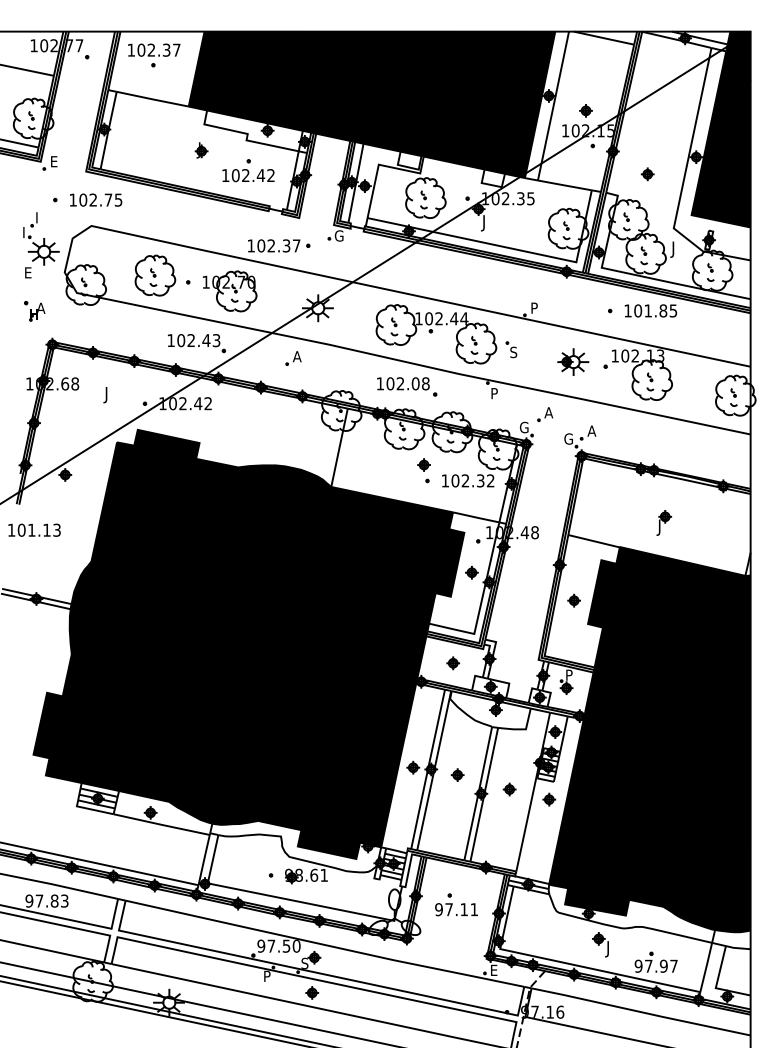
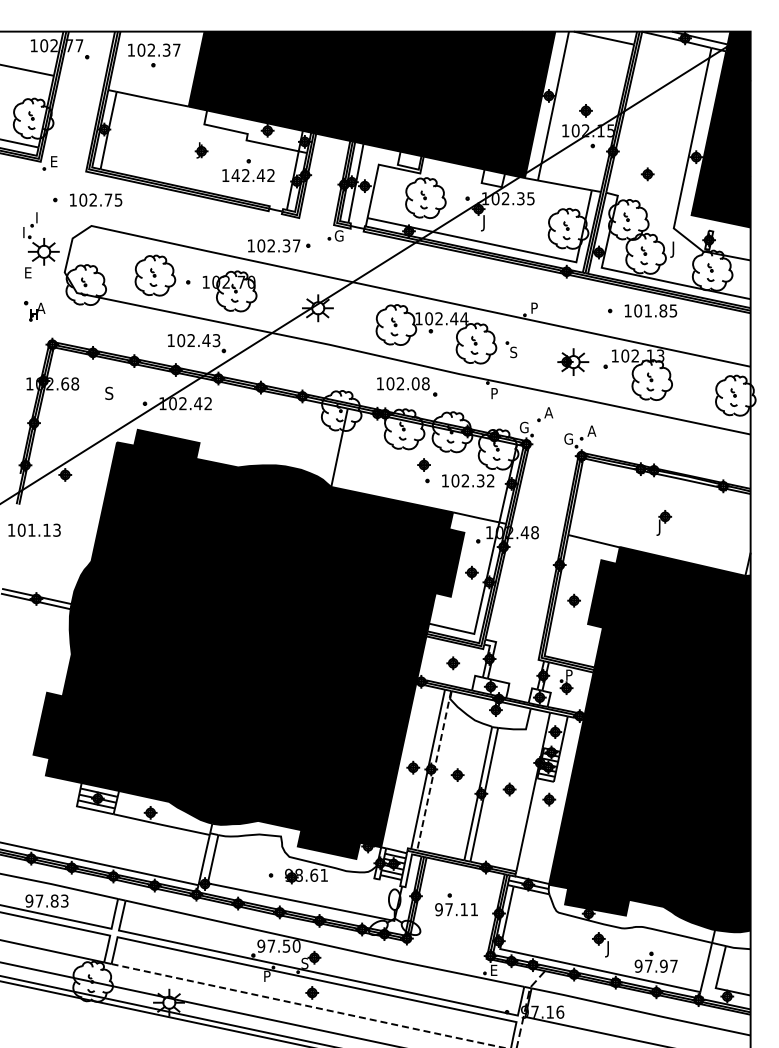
text at (235, 175): 102.42 -> 142.42
part at (293, 358): present -> none
text at (108, 394): J -> S
line at (434, 770): solid -> dashed
line at (307, 1006): solid -> dashed
